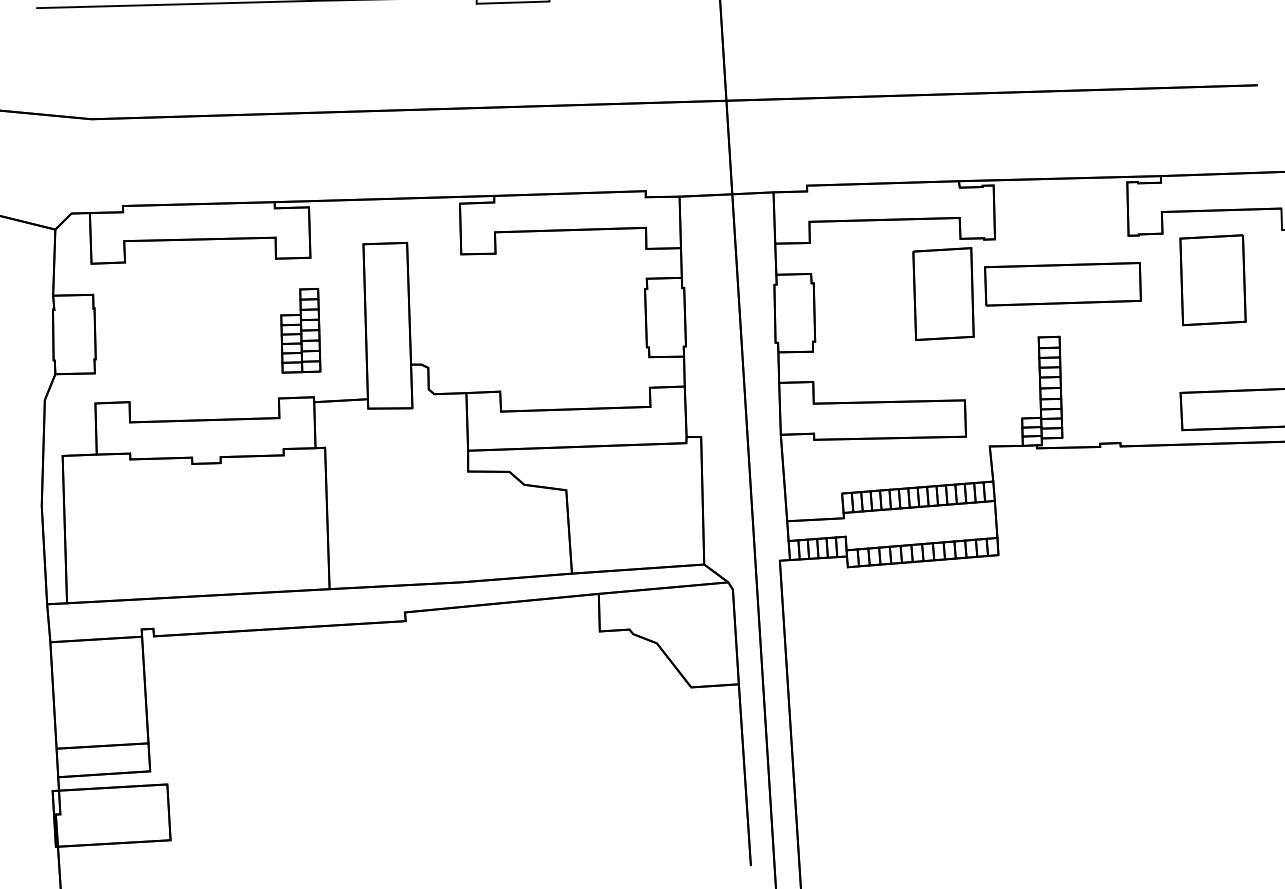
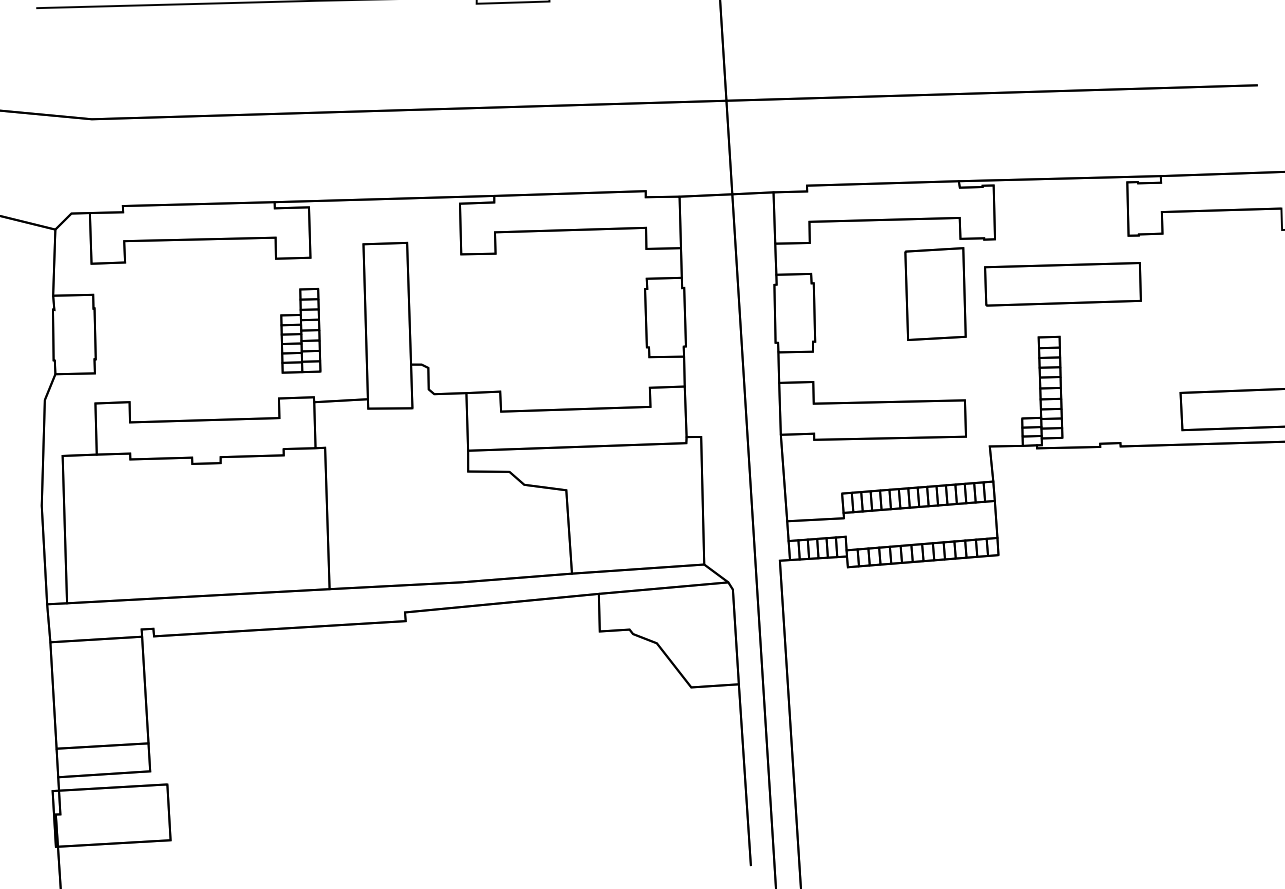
part at (1212, 280): present -> none
part at (943, 293) position: (943, 293) -> (935, 293)
